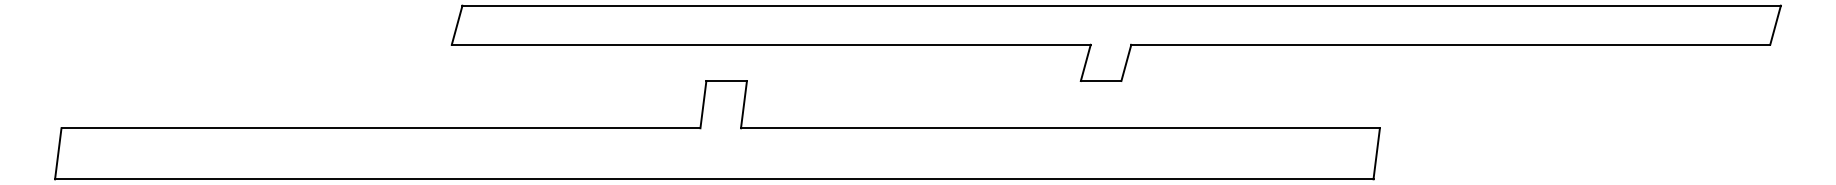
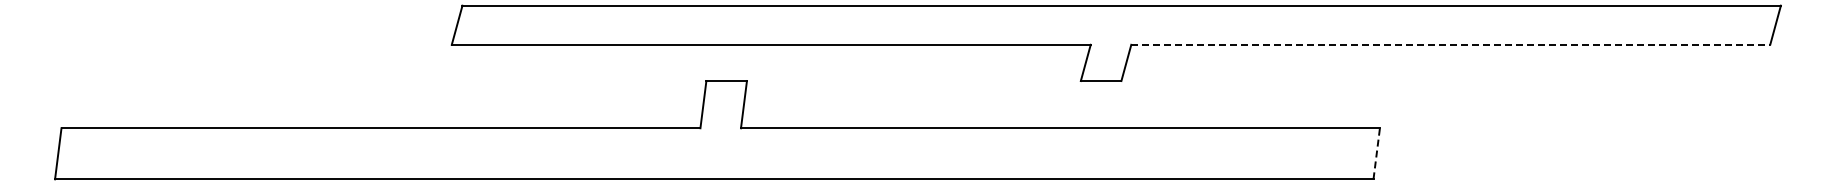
line at (1451, 44): solid -> dashed
line at (1376, 153): solid -> dashed
